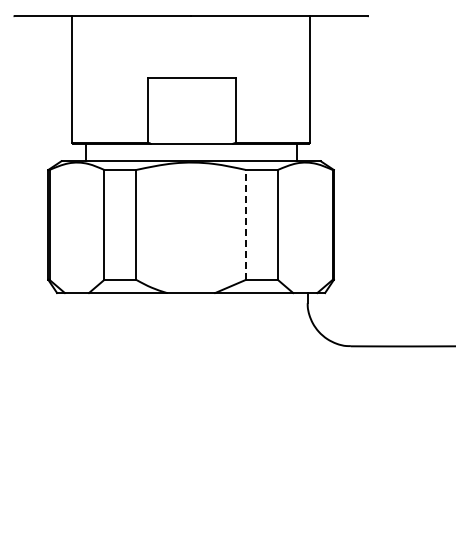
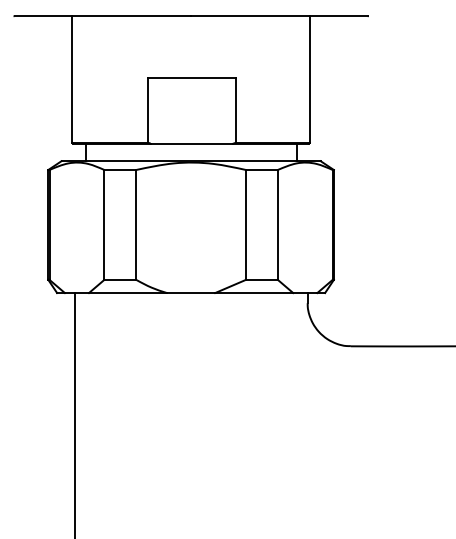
line at (246, 224): dashed -> solid
line at (74, 414): none -> present
